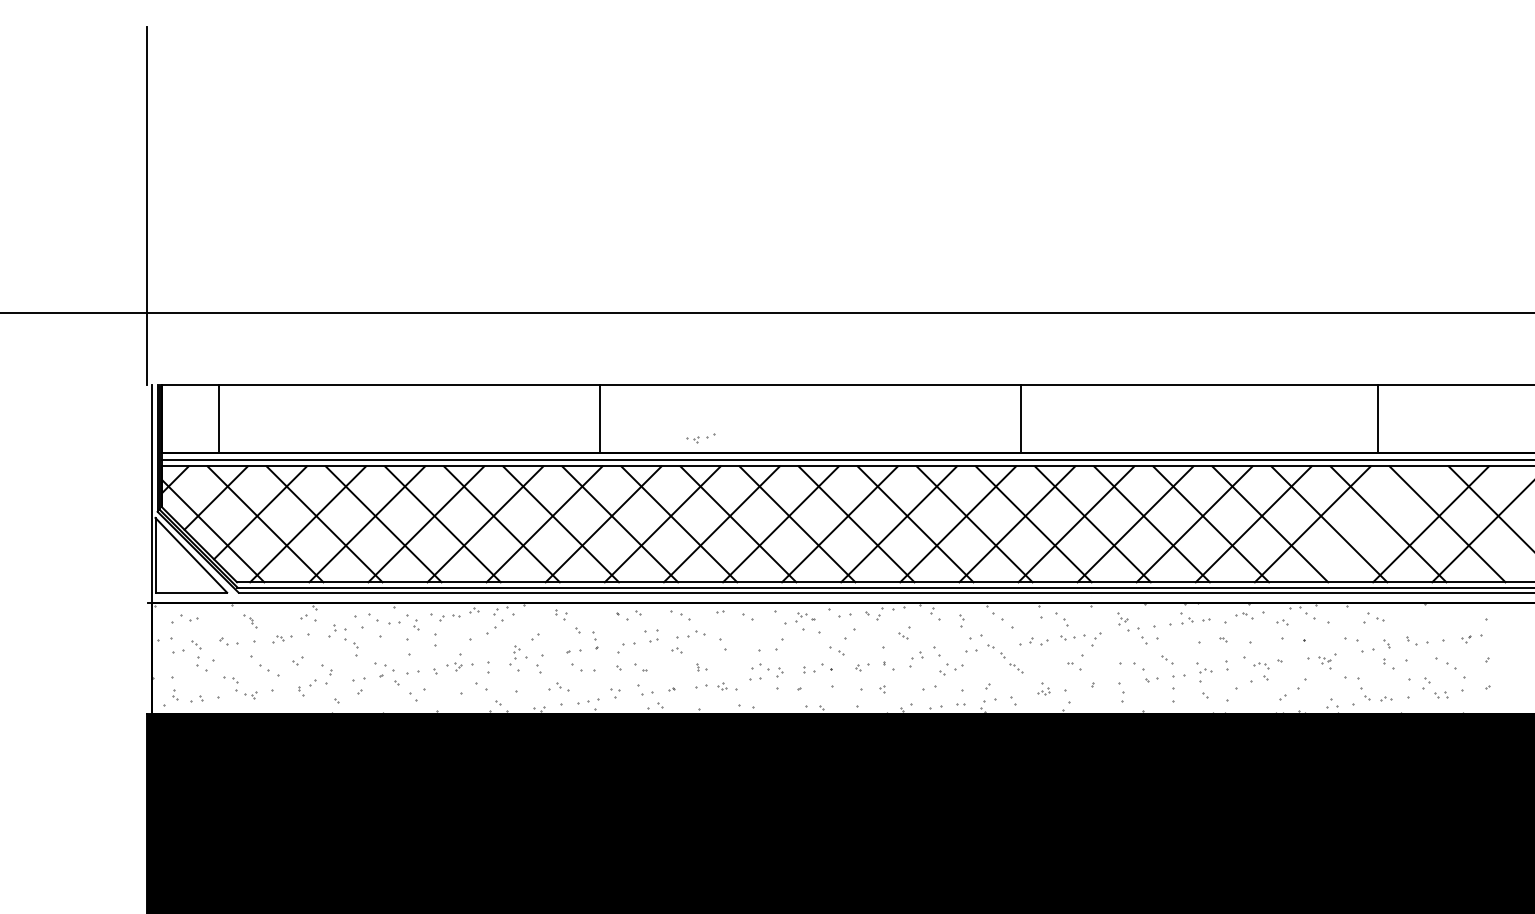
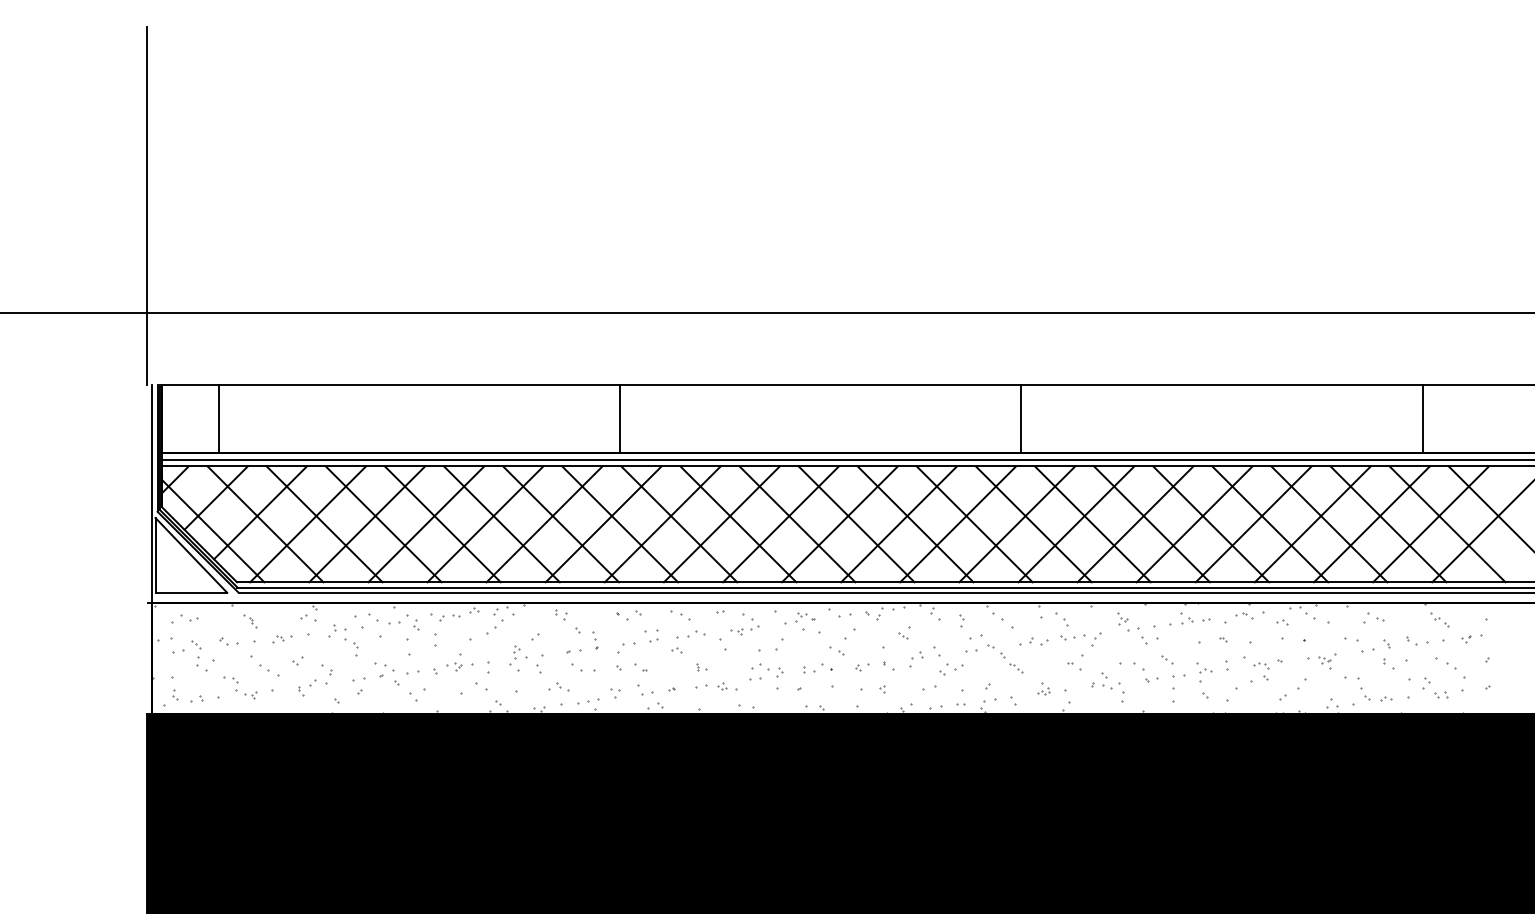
line at (600, 418) position: (600, 418) -> (620, 418)
line at (1377, 418) position: (1377, 418) -> (1422, 418)
part at (700, 438) position: (700, 438) -> (744, 630)
line at (1371, 524): none -> present
part at (1439, 619): none -> present
part at (1106, 680): none -> present
